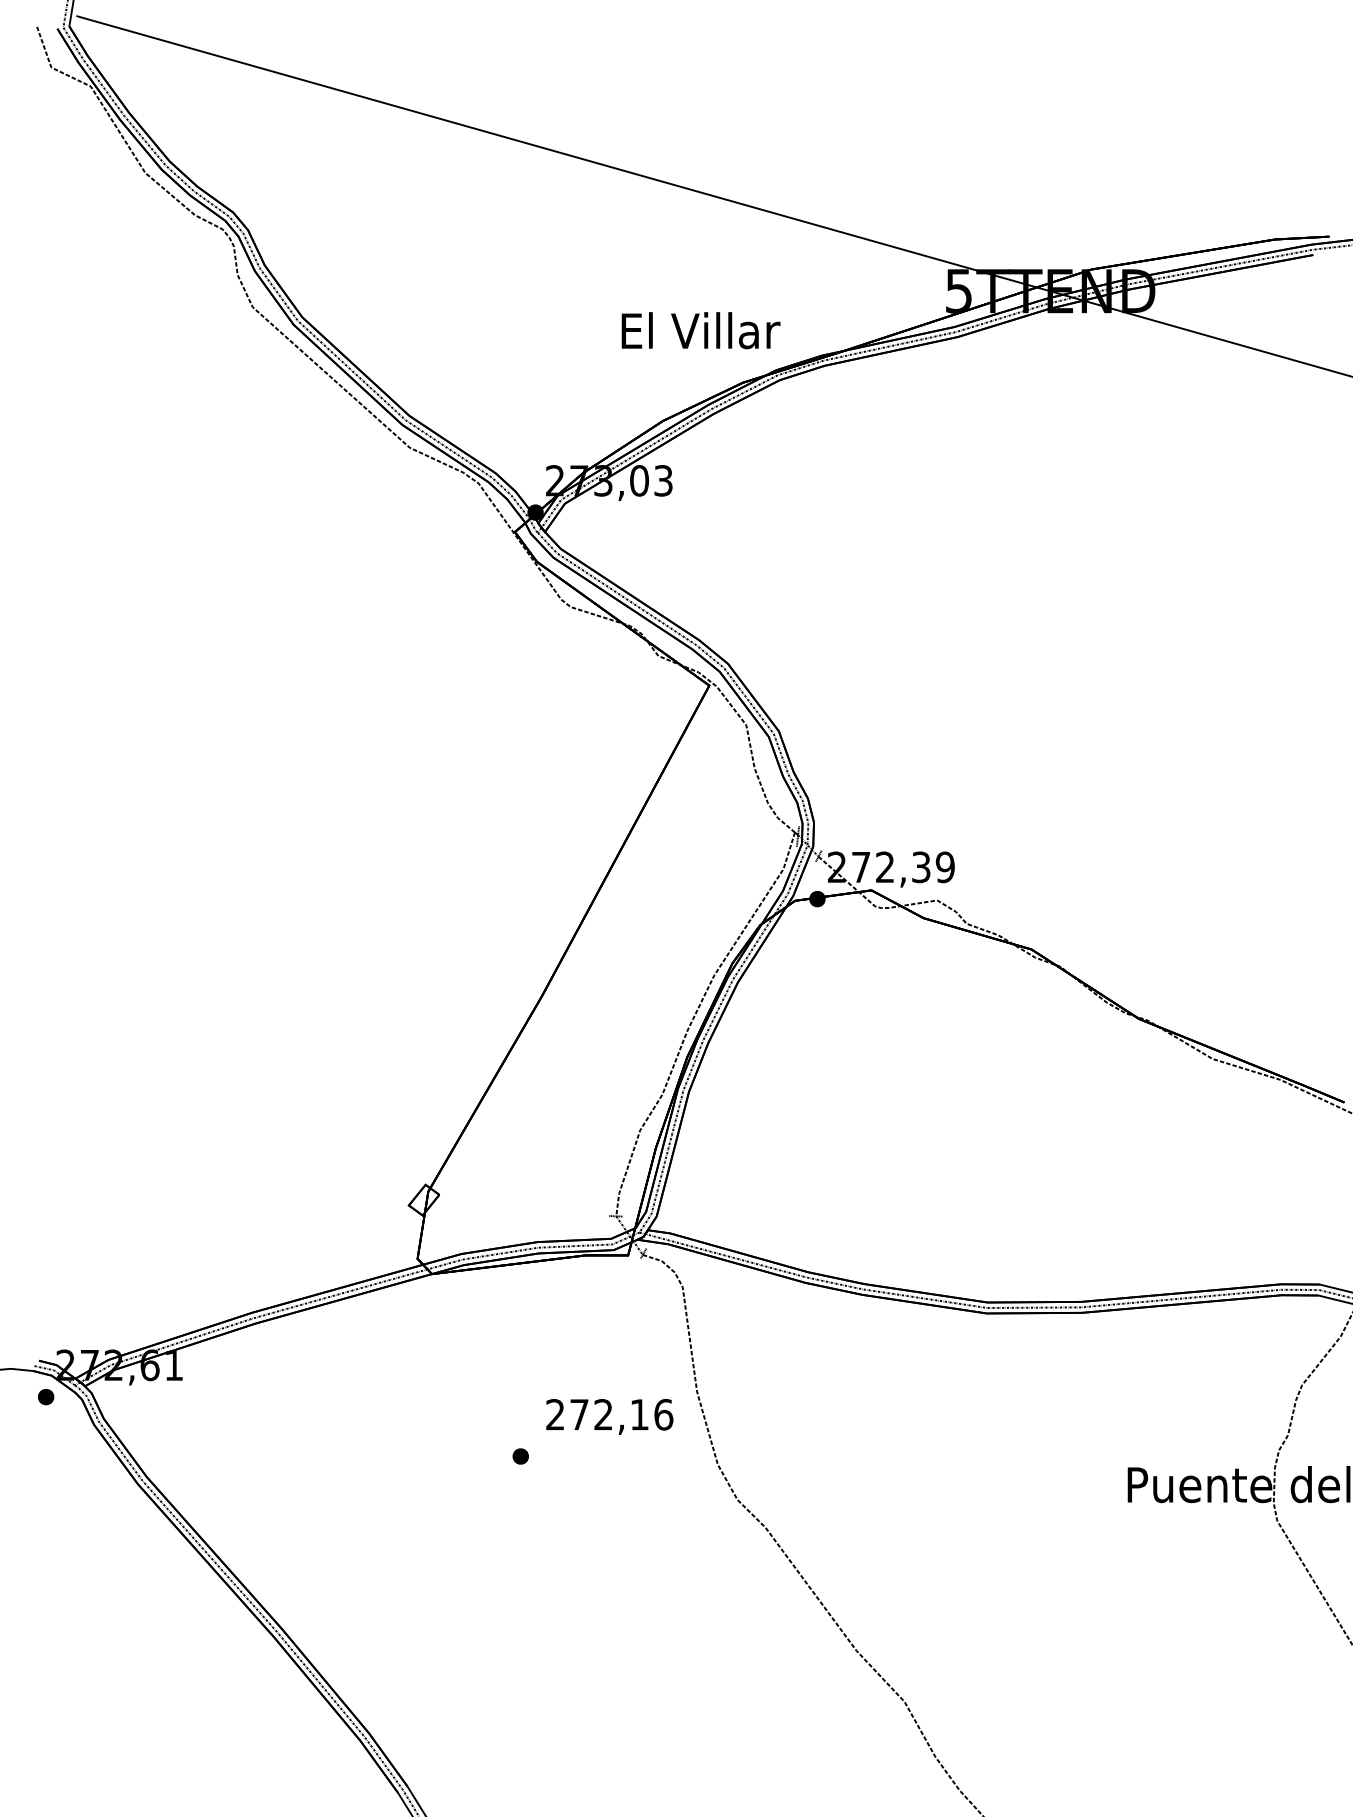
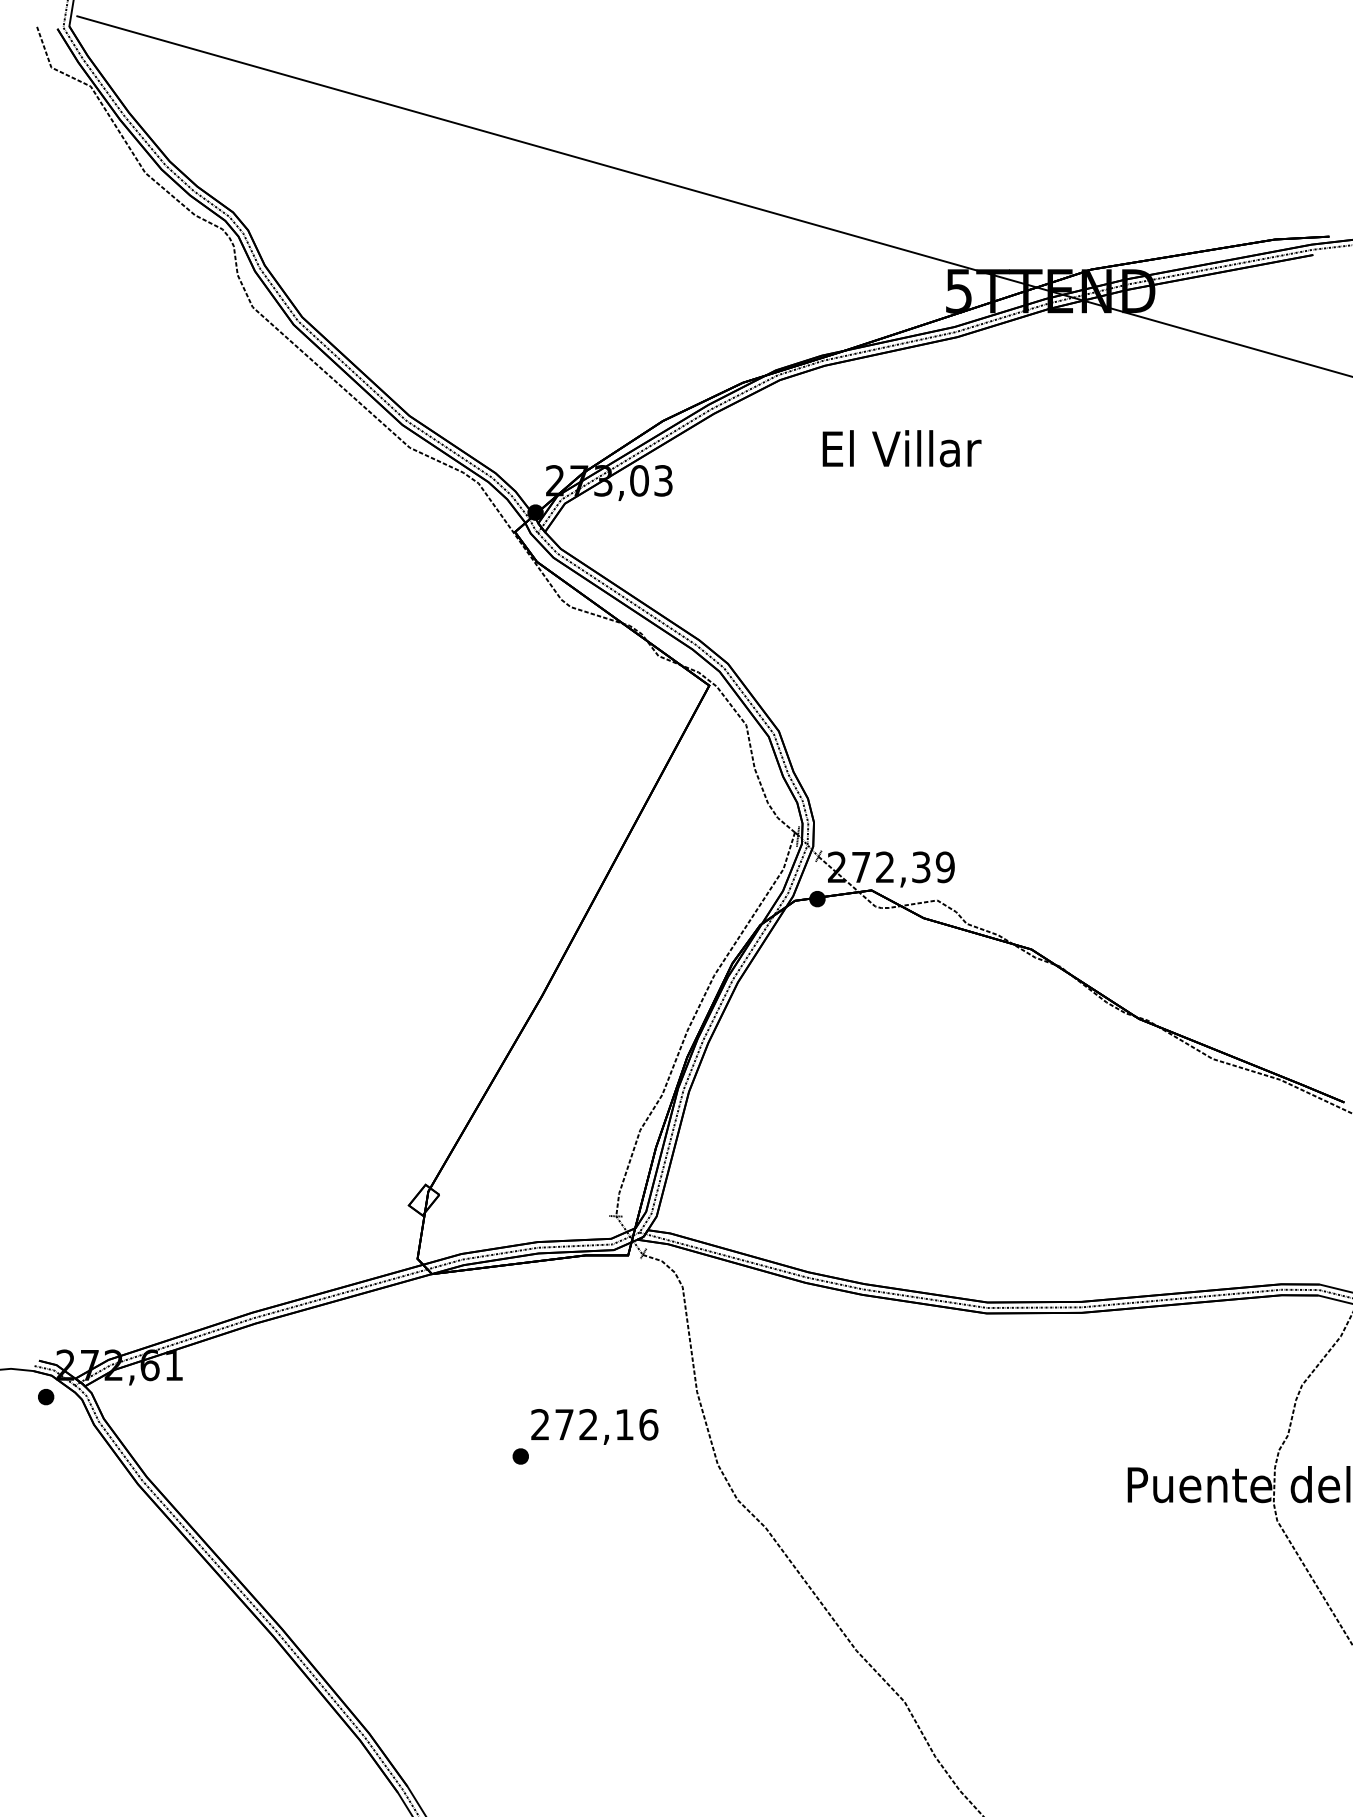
text at (700, 330) position: (700, 330) -> (901, 448)
text at (609, 1416) position: (609, 1416) -> (594, 1426)
